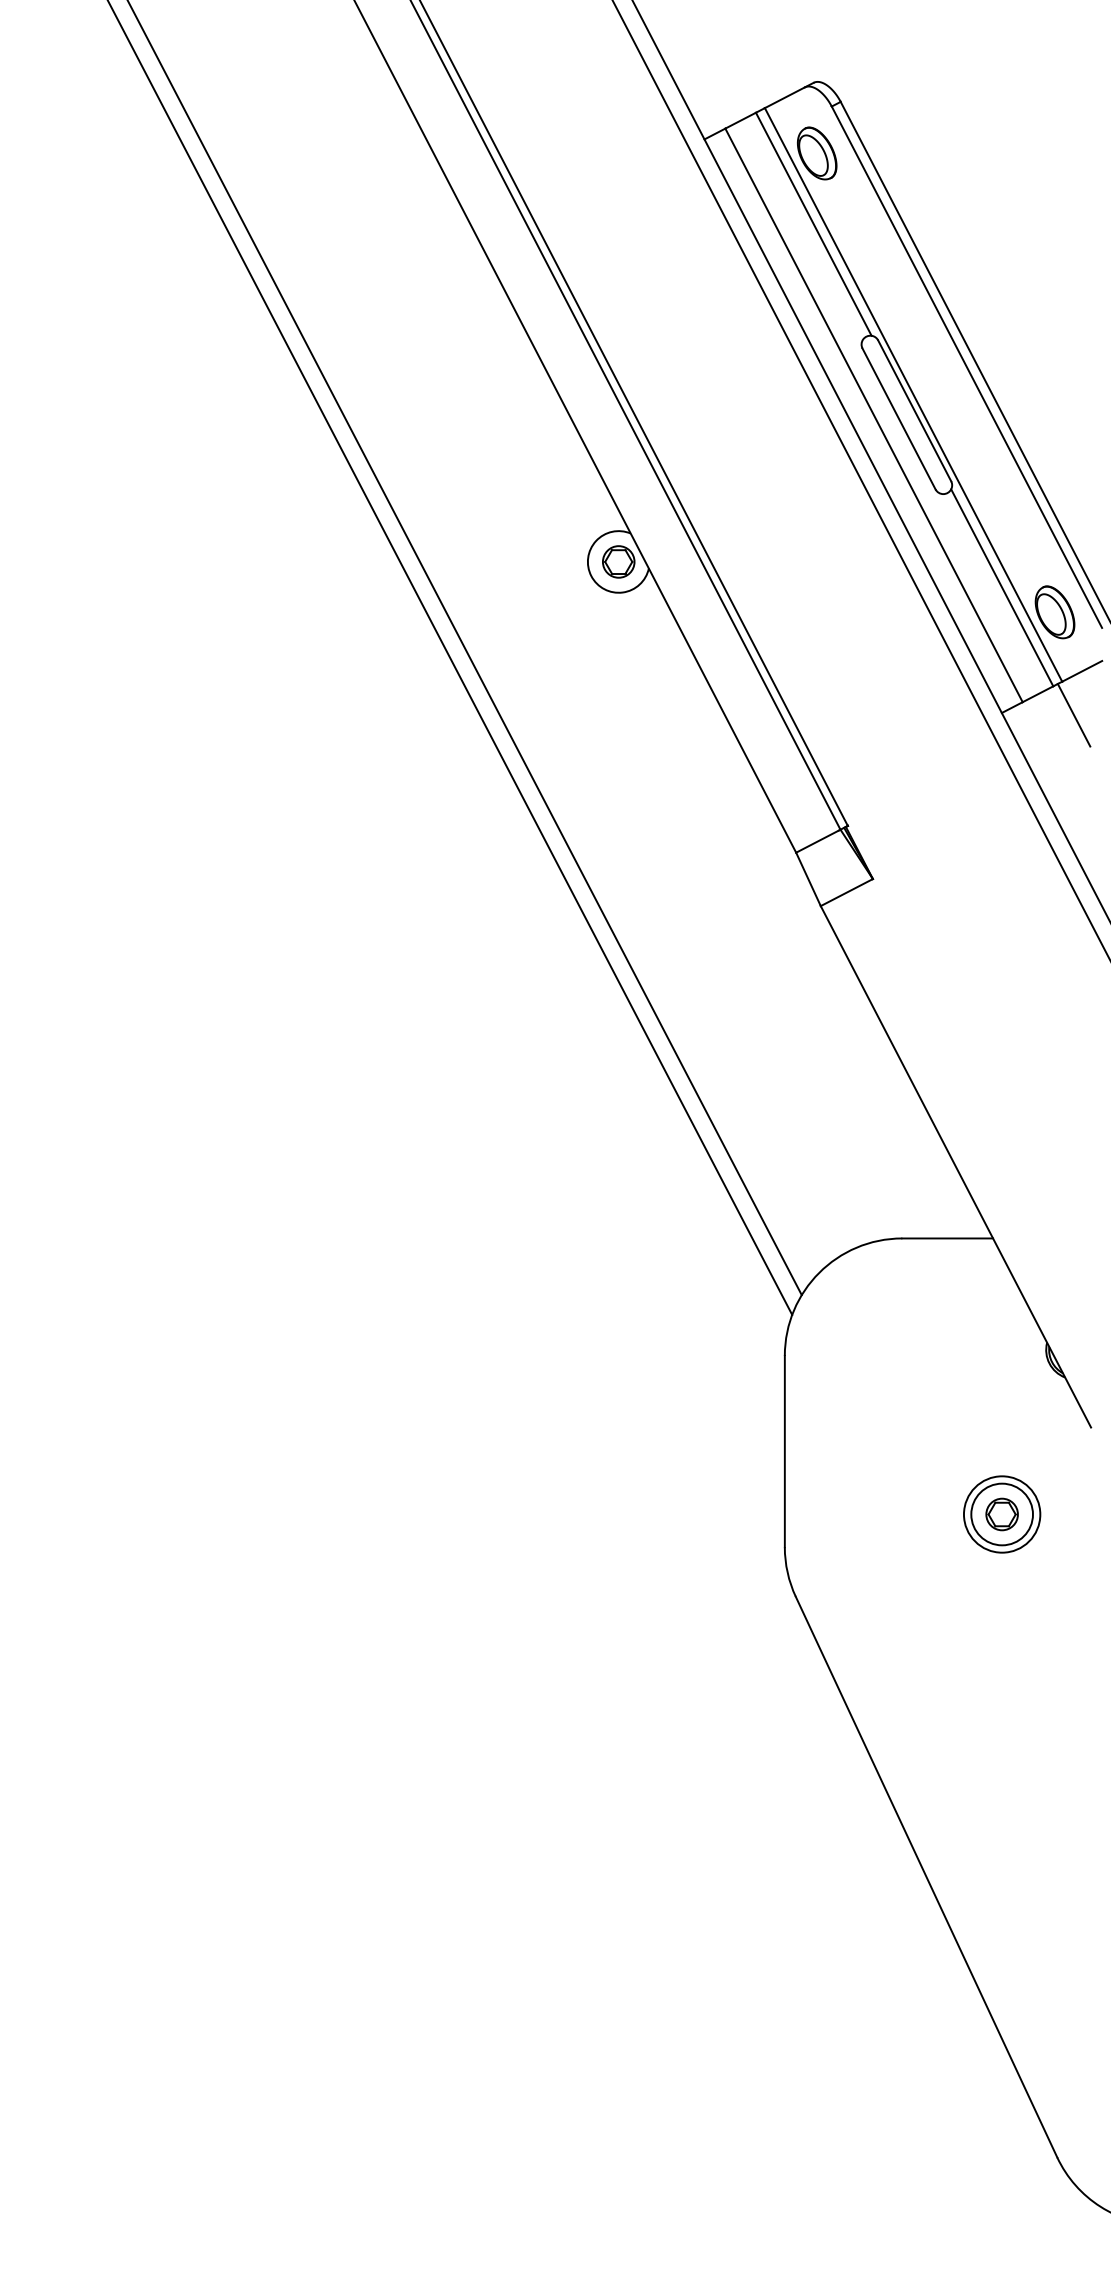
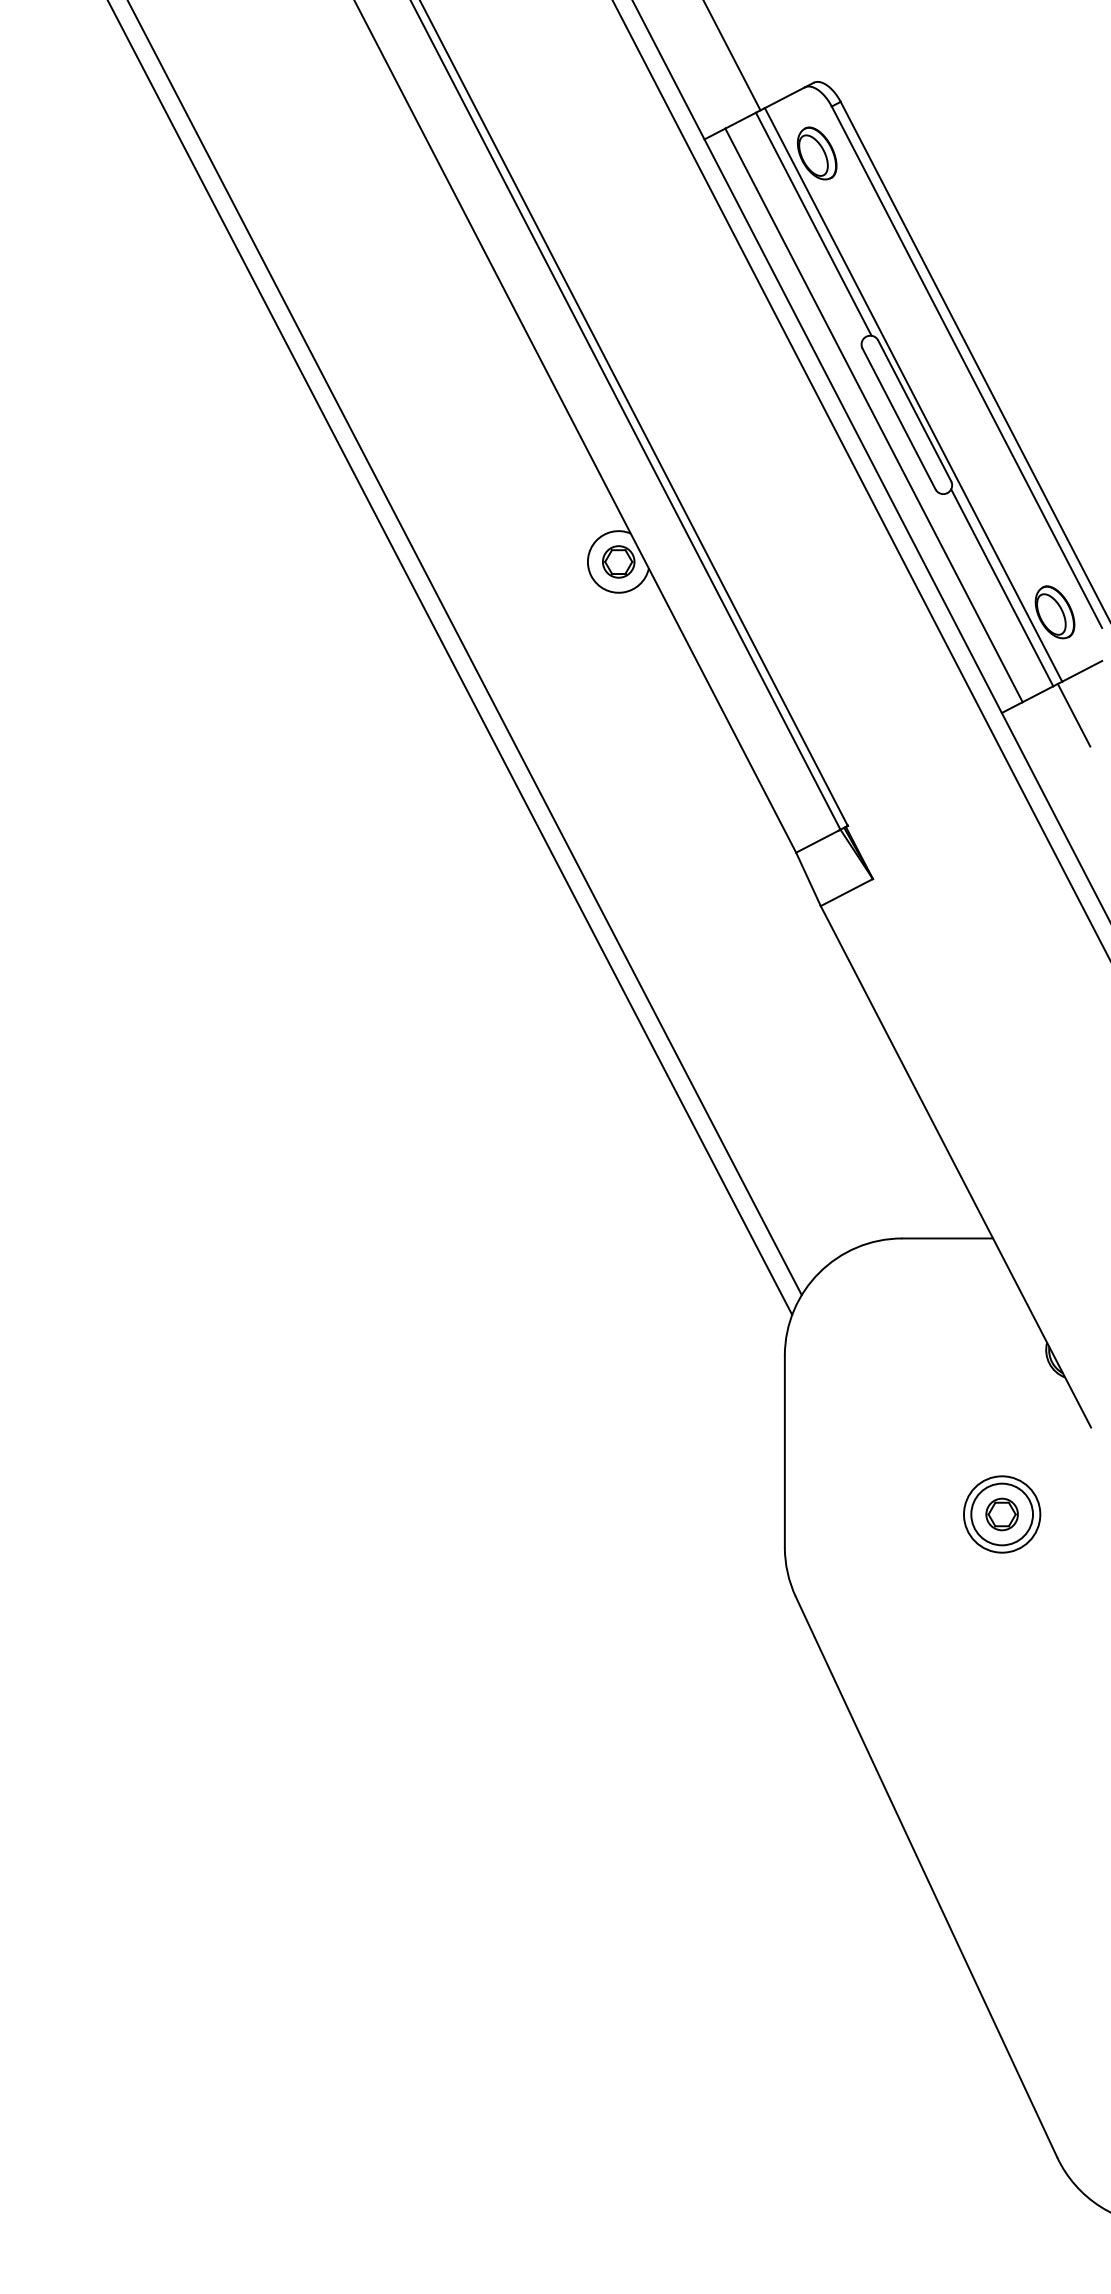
line at (732, 56): none -> present
